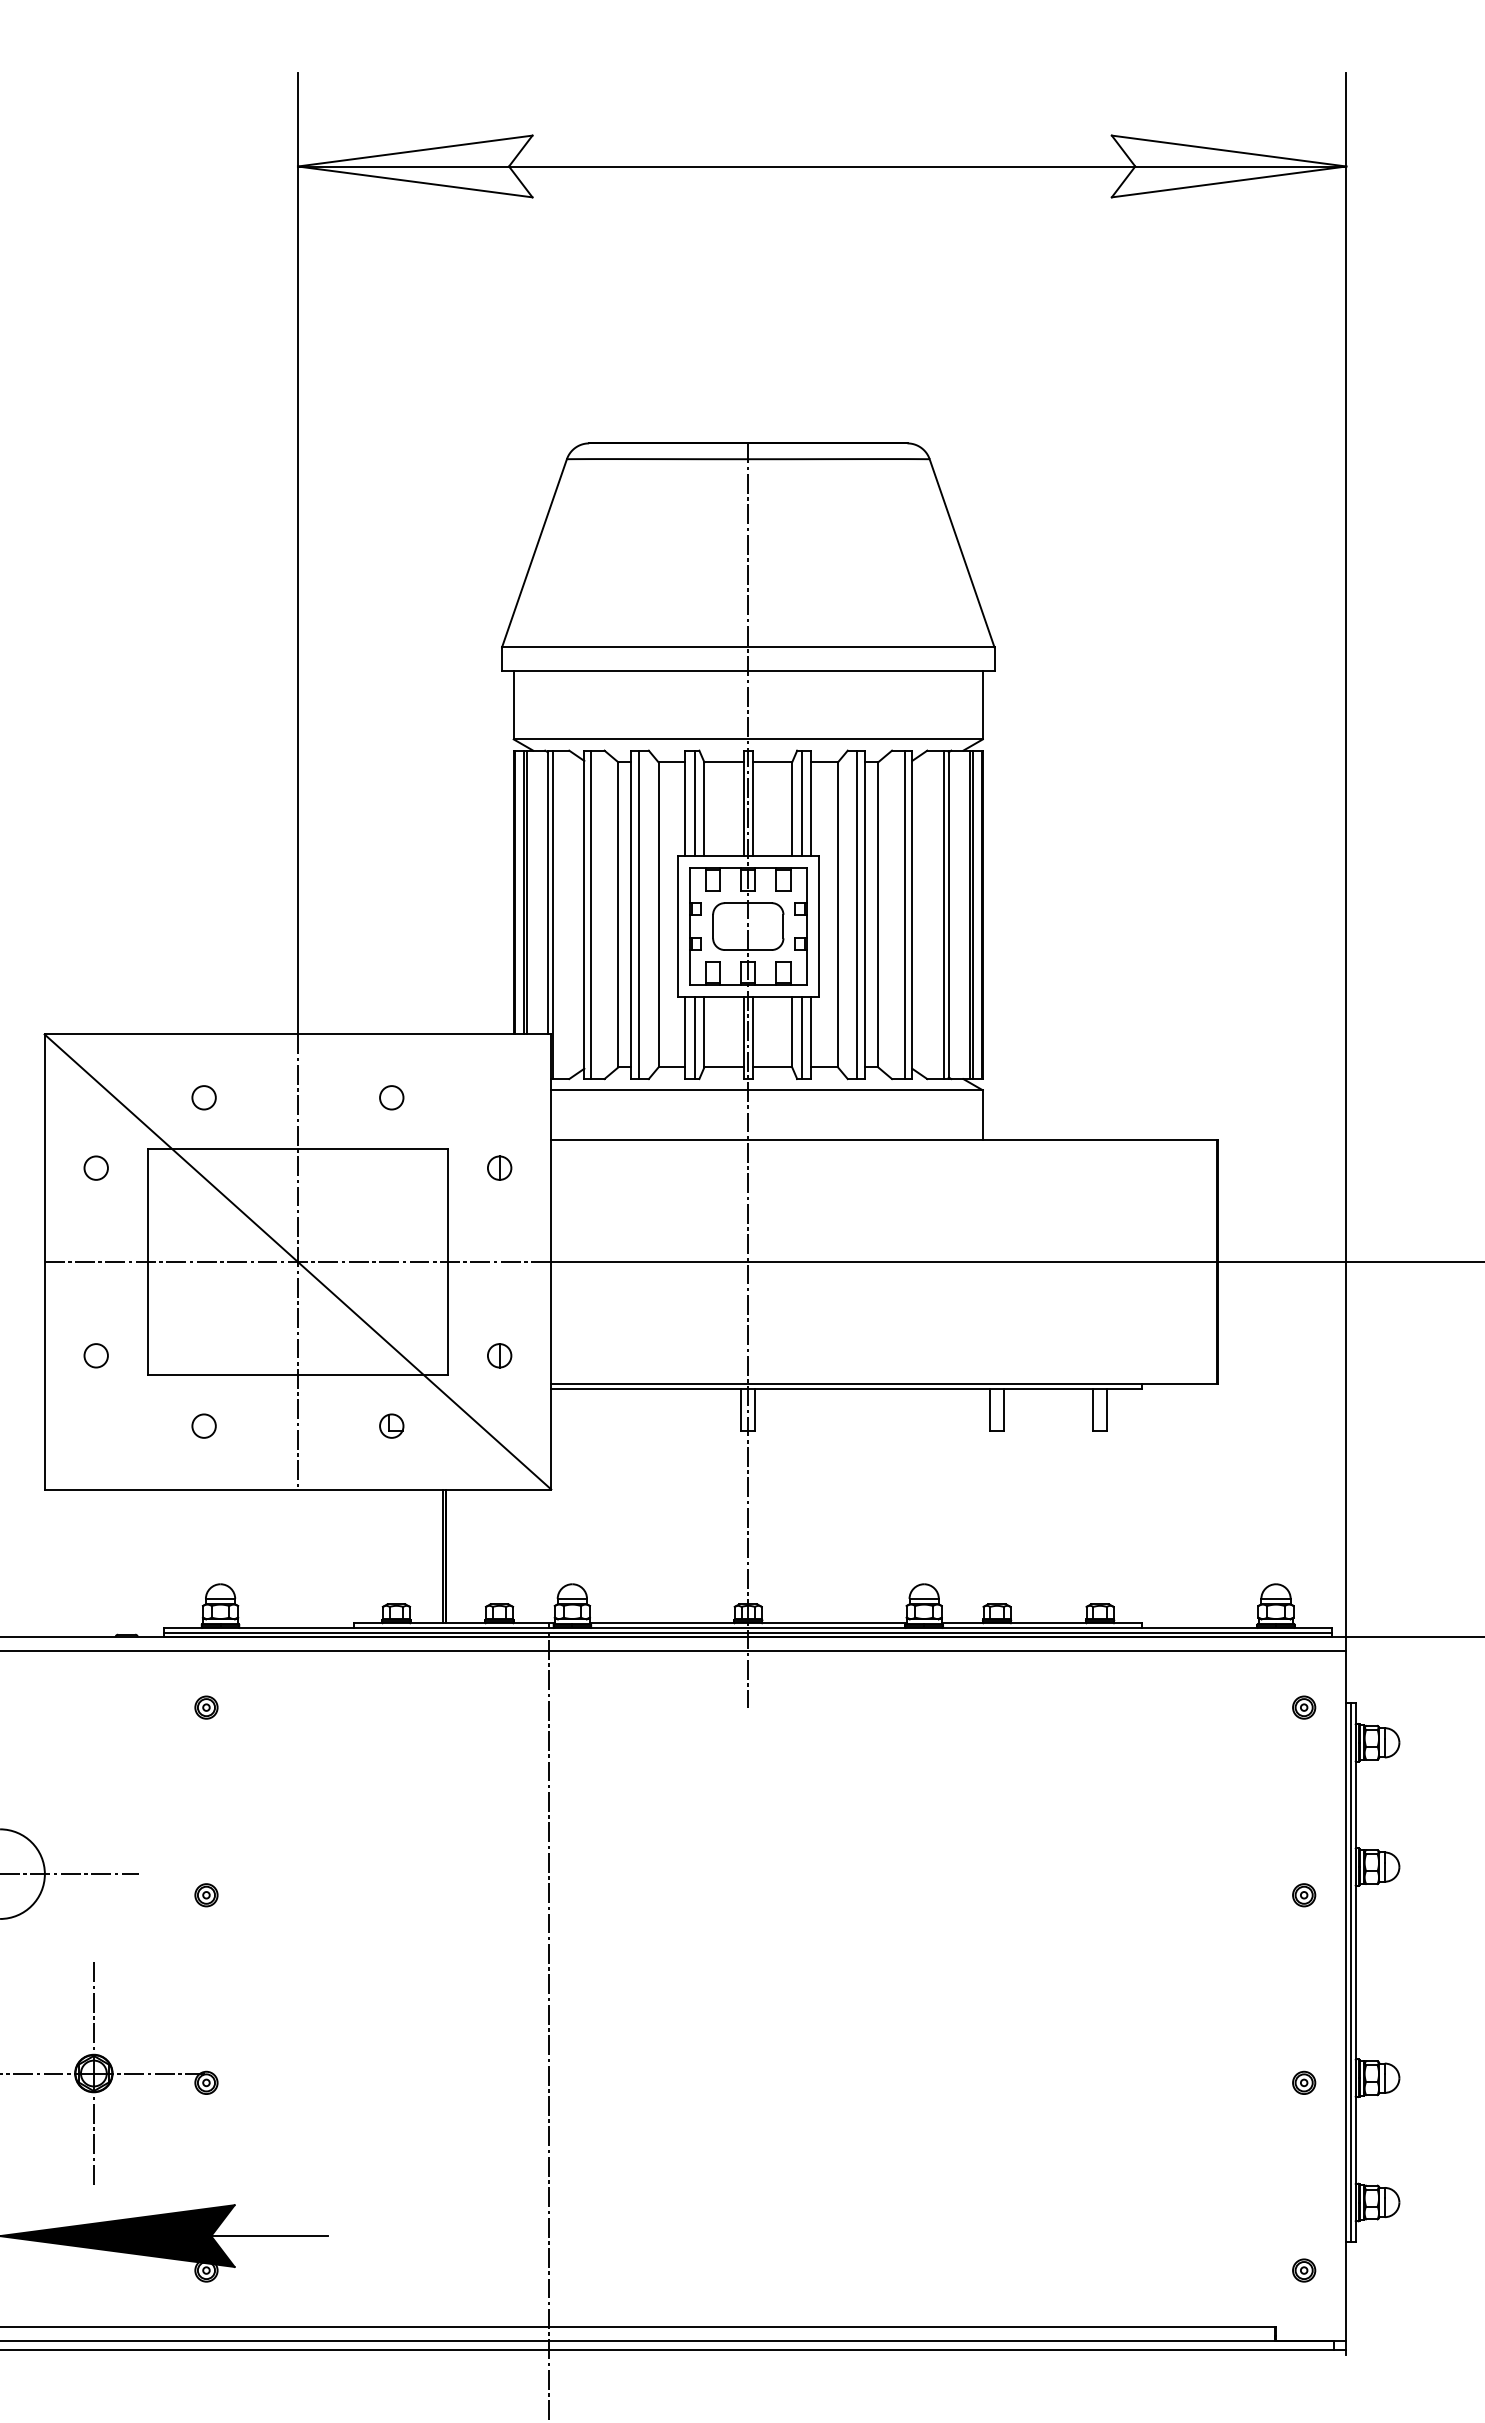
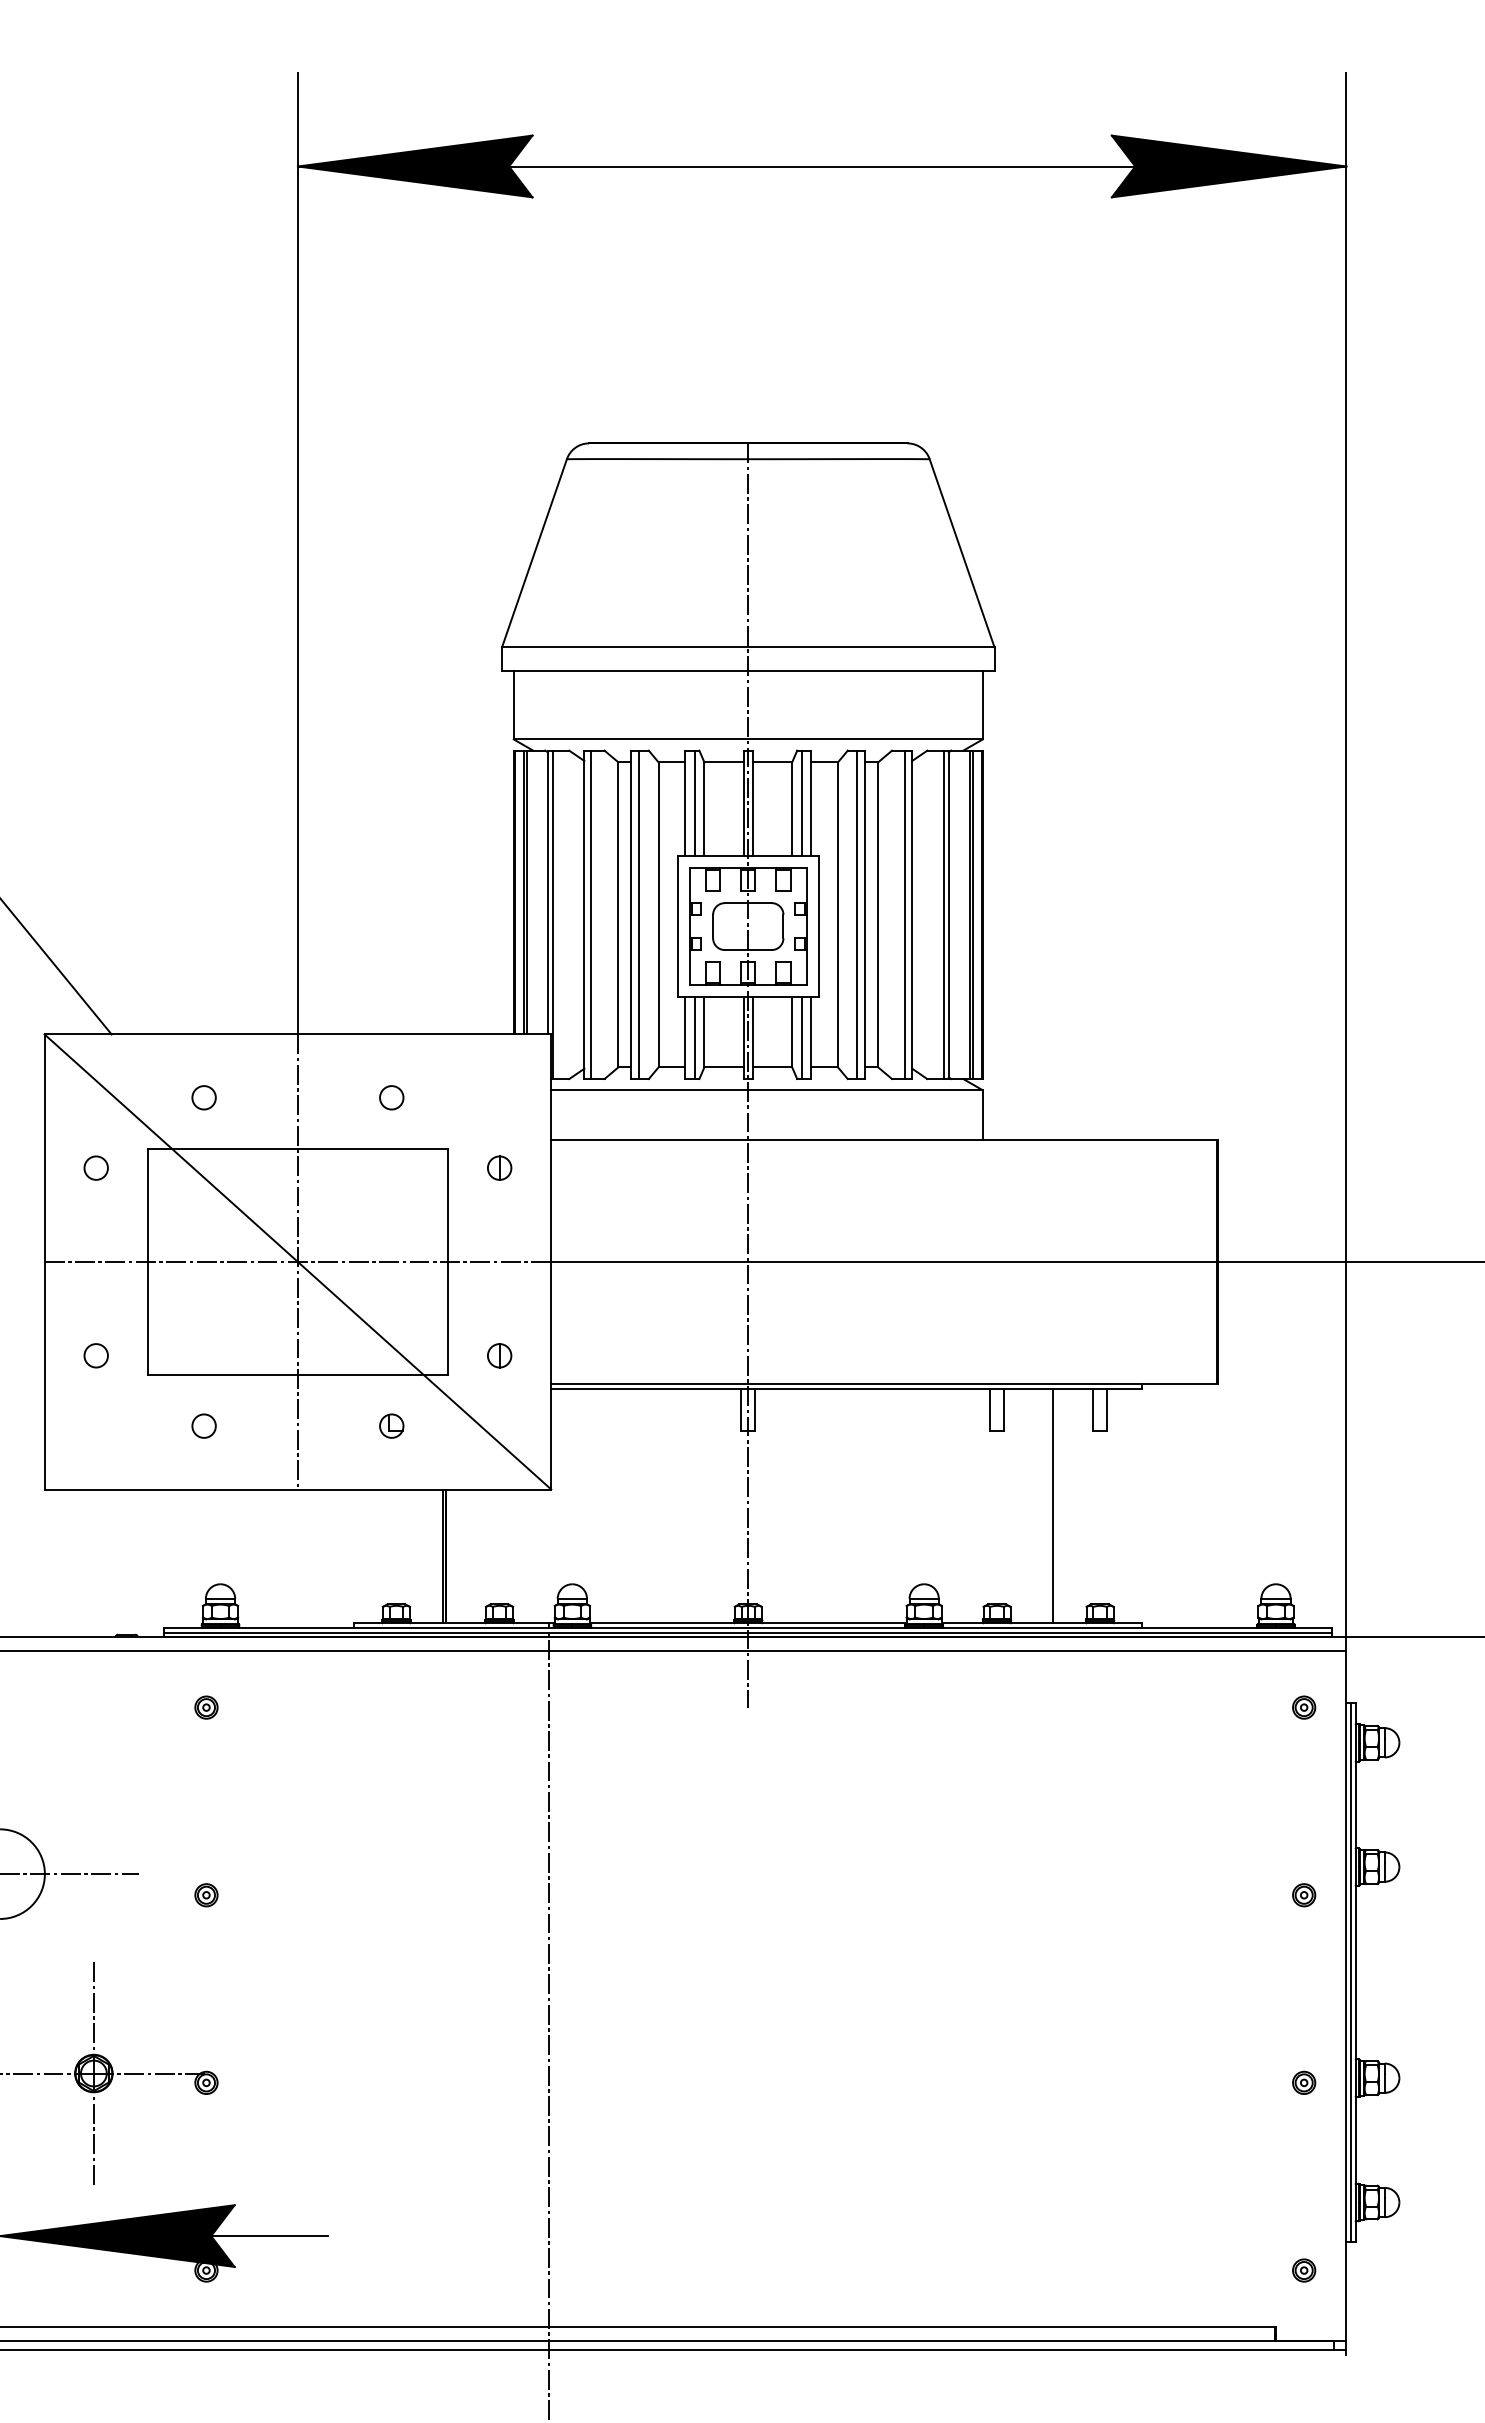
fill at (414, 166): none -> present
fill at (1228, 166): none -> present
line at (56, 967): none -> present
line at (1053, 1505): none -> present
